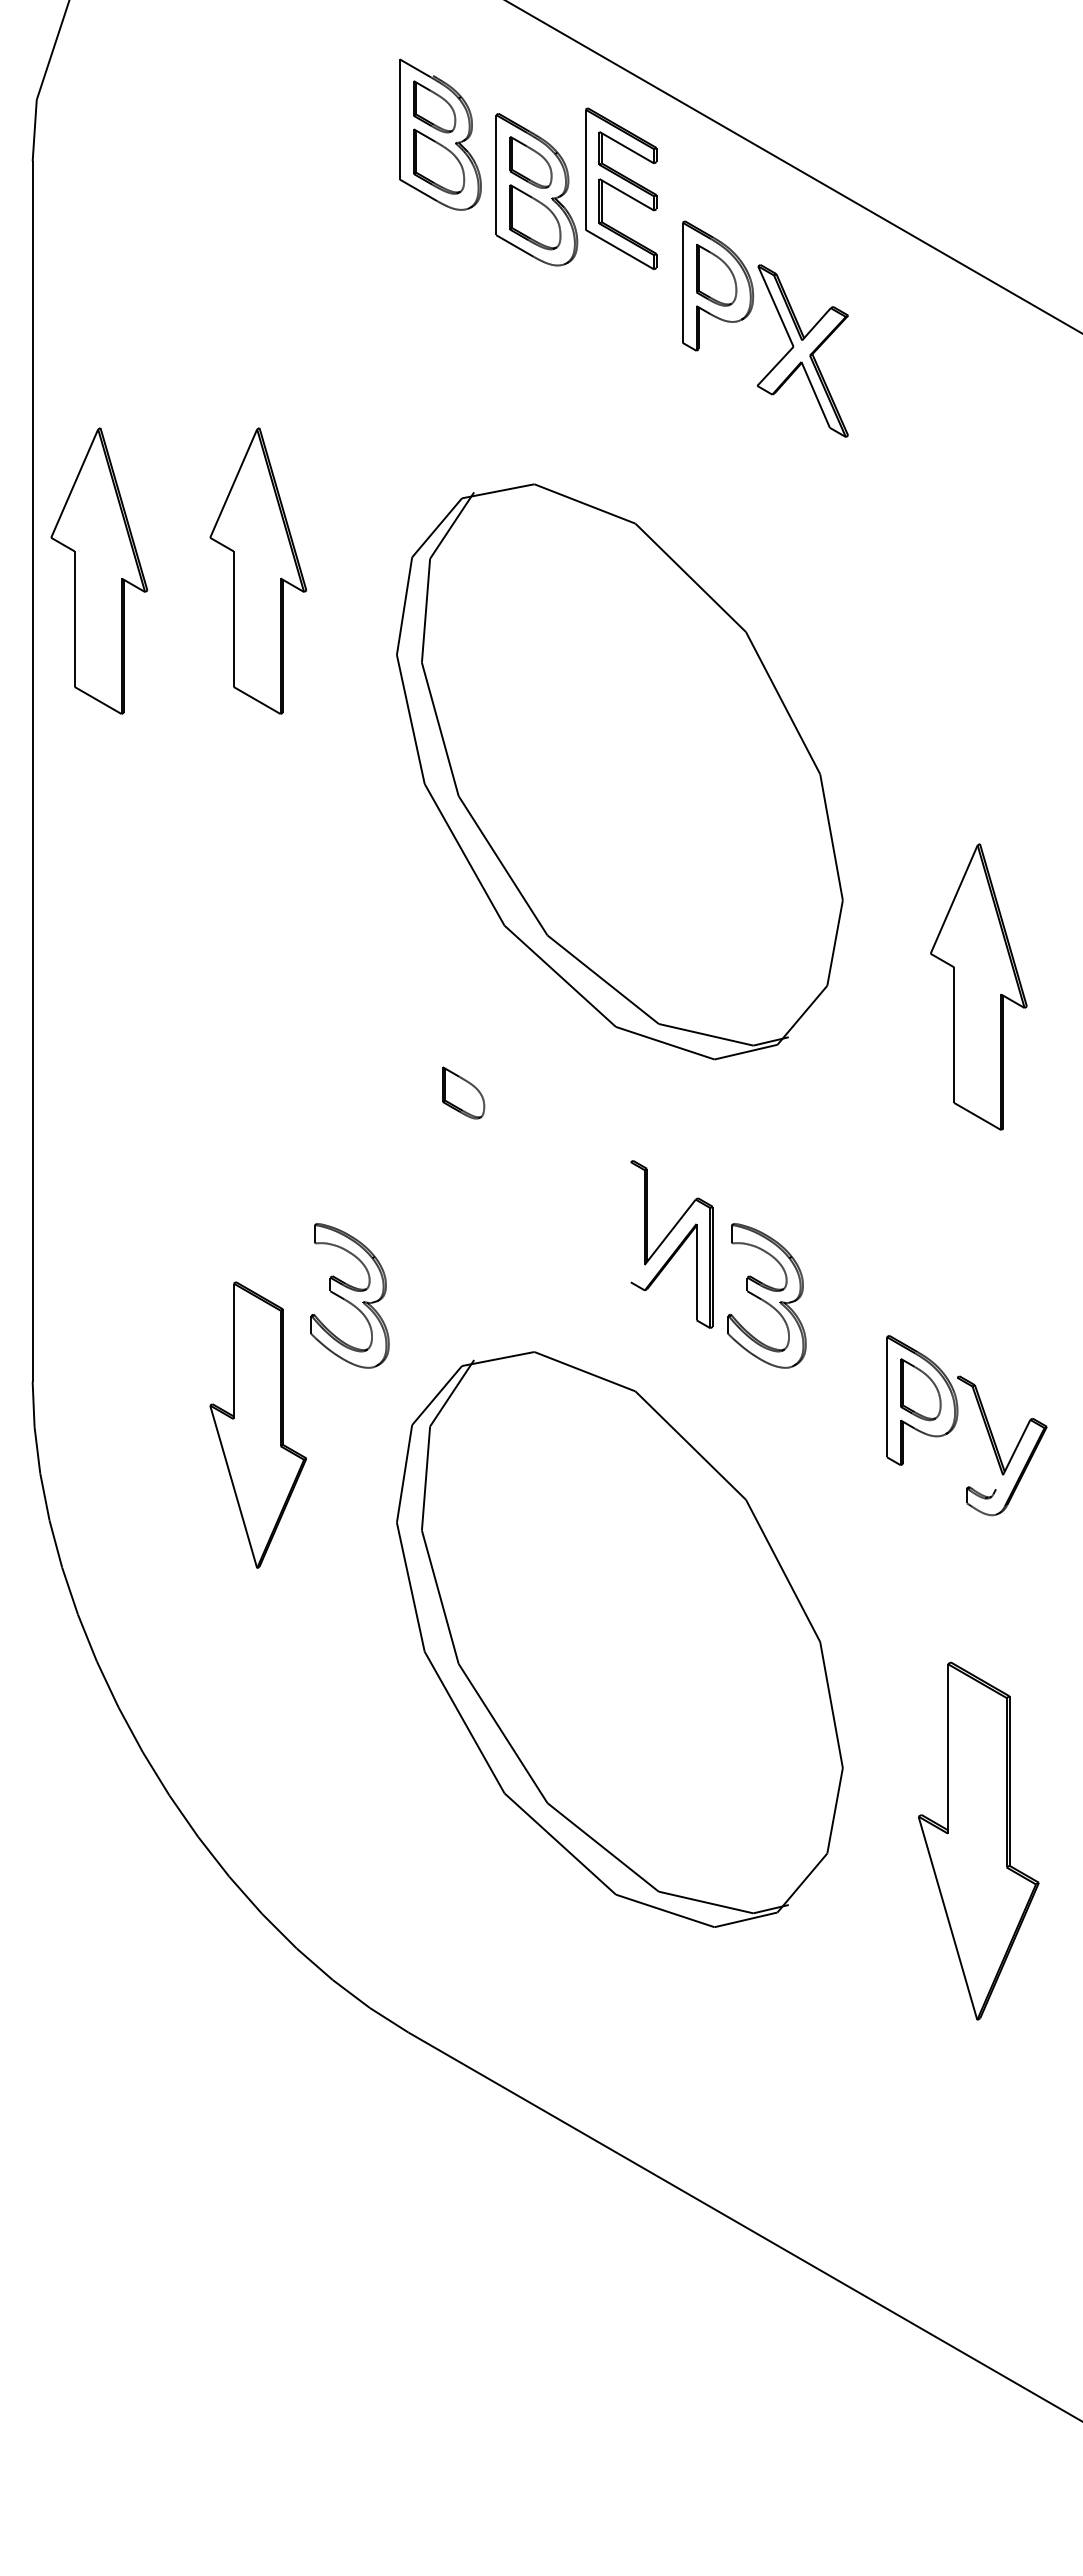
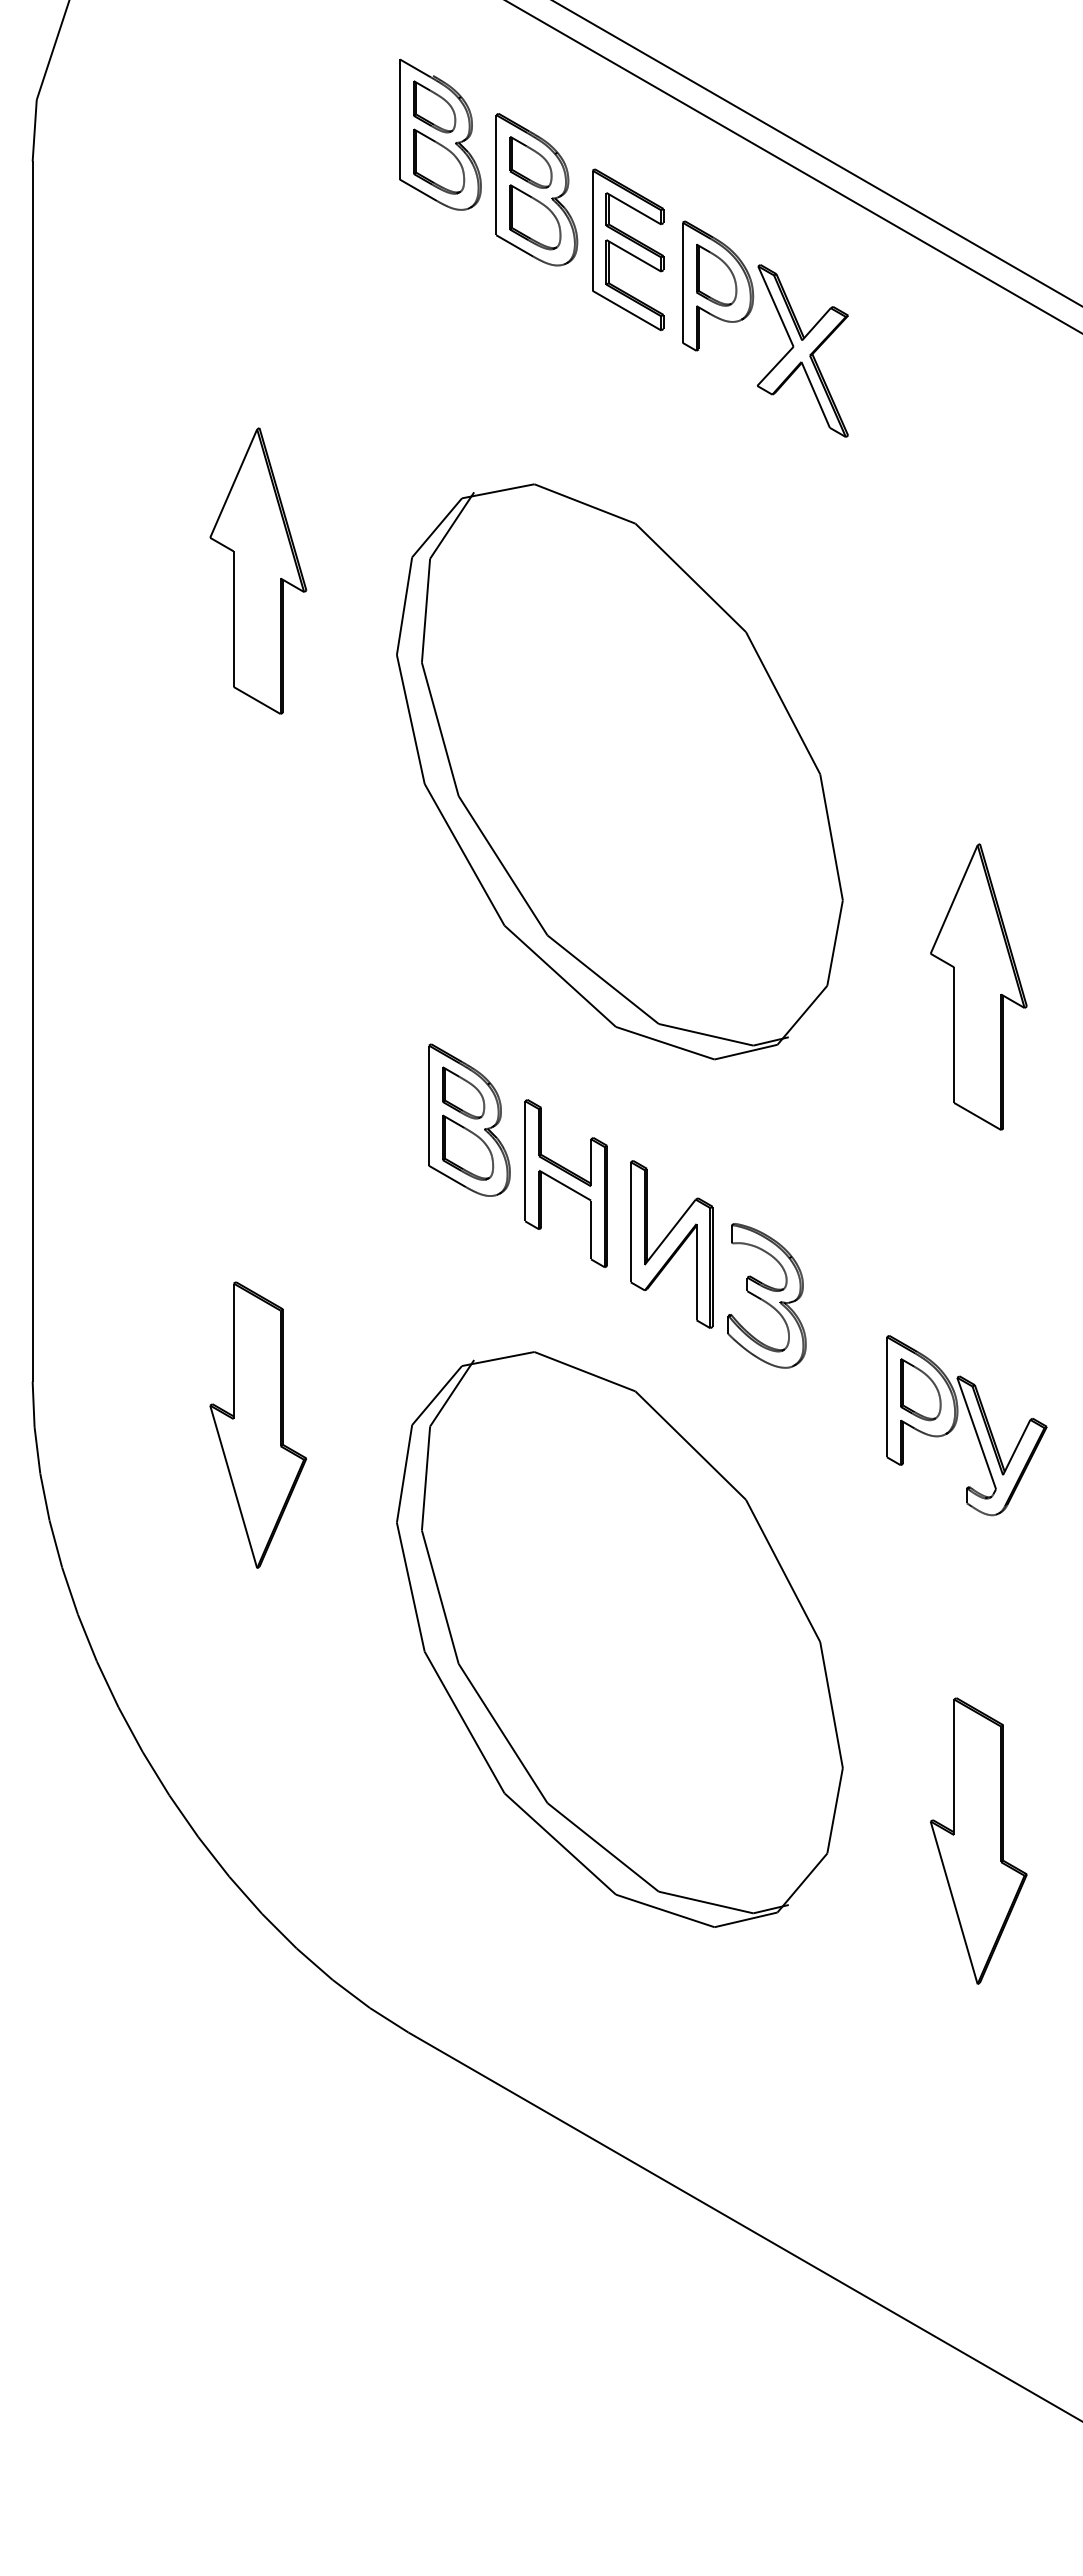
line at (817, 153): none -> present
part at (621, 188) position: (621, 188) -> (628, 249)
part at (99, 570): present -> none
part at (469, 1119): none -> present
part at (565, 1183): none -> present
line at (630, 1222): none -> present
part at (349, 1295): present -> none
line at (976, 1433): none -> present
part at (978, 1840) size: 123x360 px -> 98x288 px
